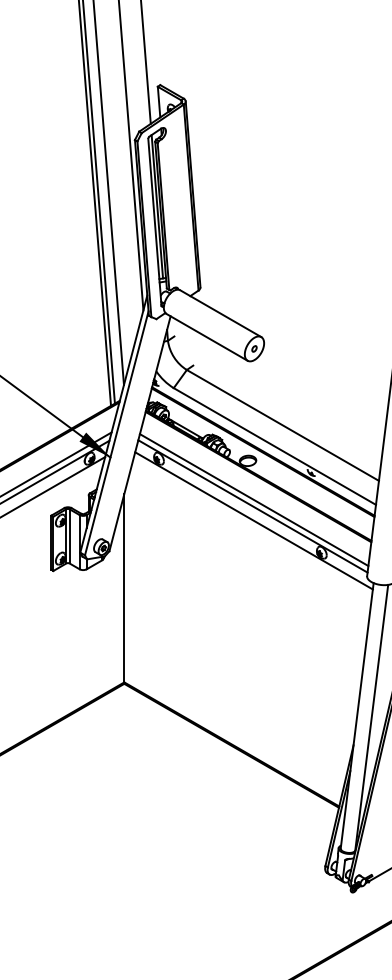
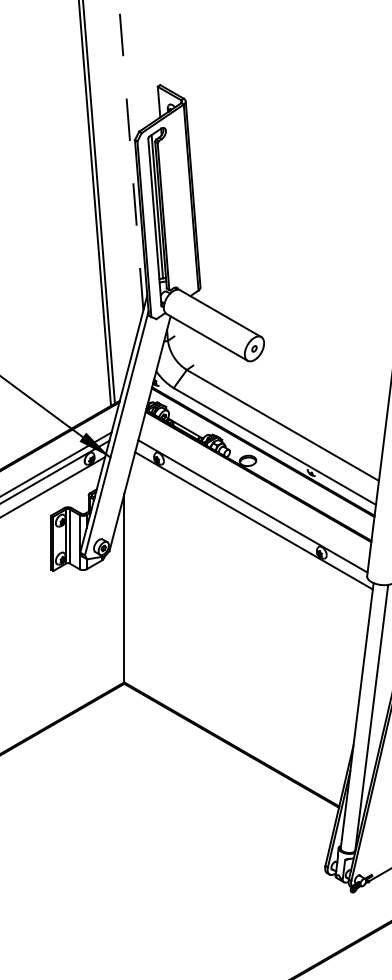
line at (145, 62): present -> none
line at (131, 154): solid -> dashed
line at (108, 193): present -> none
line at (253, 500): present -> none
